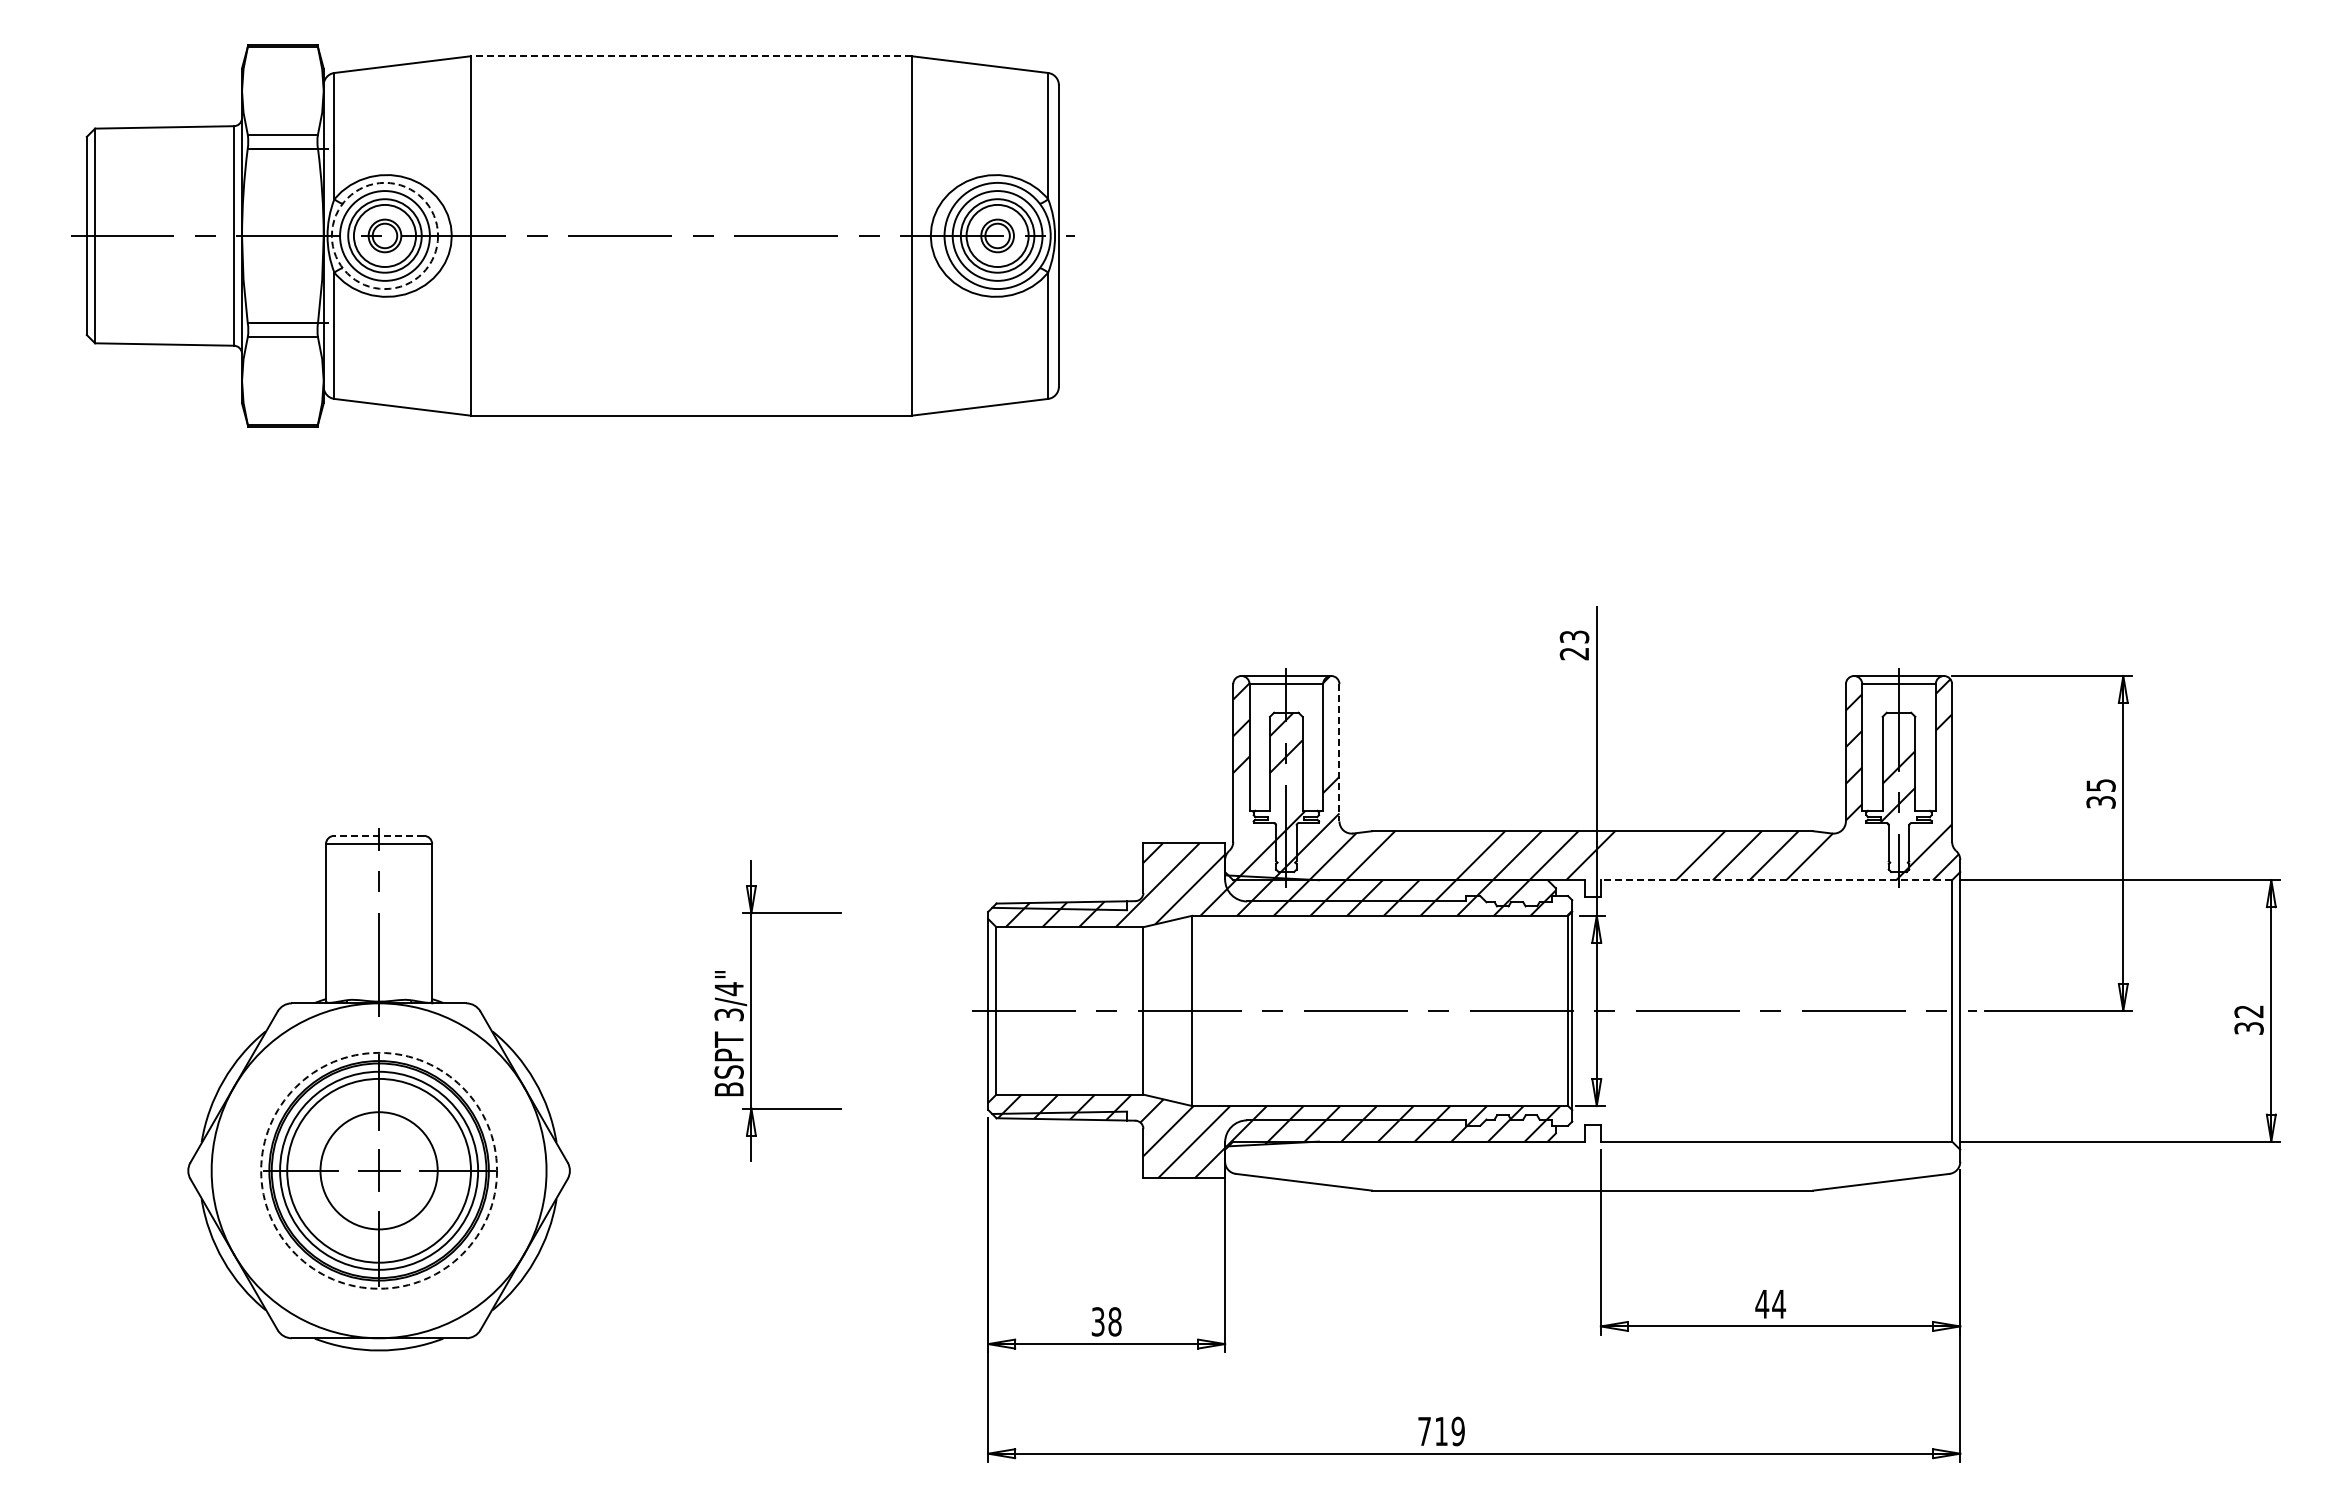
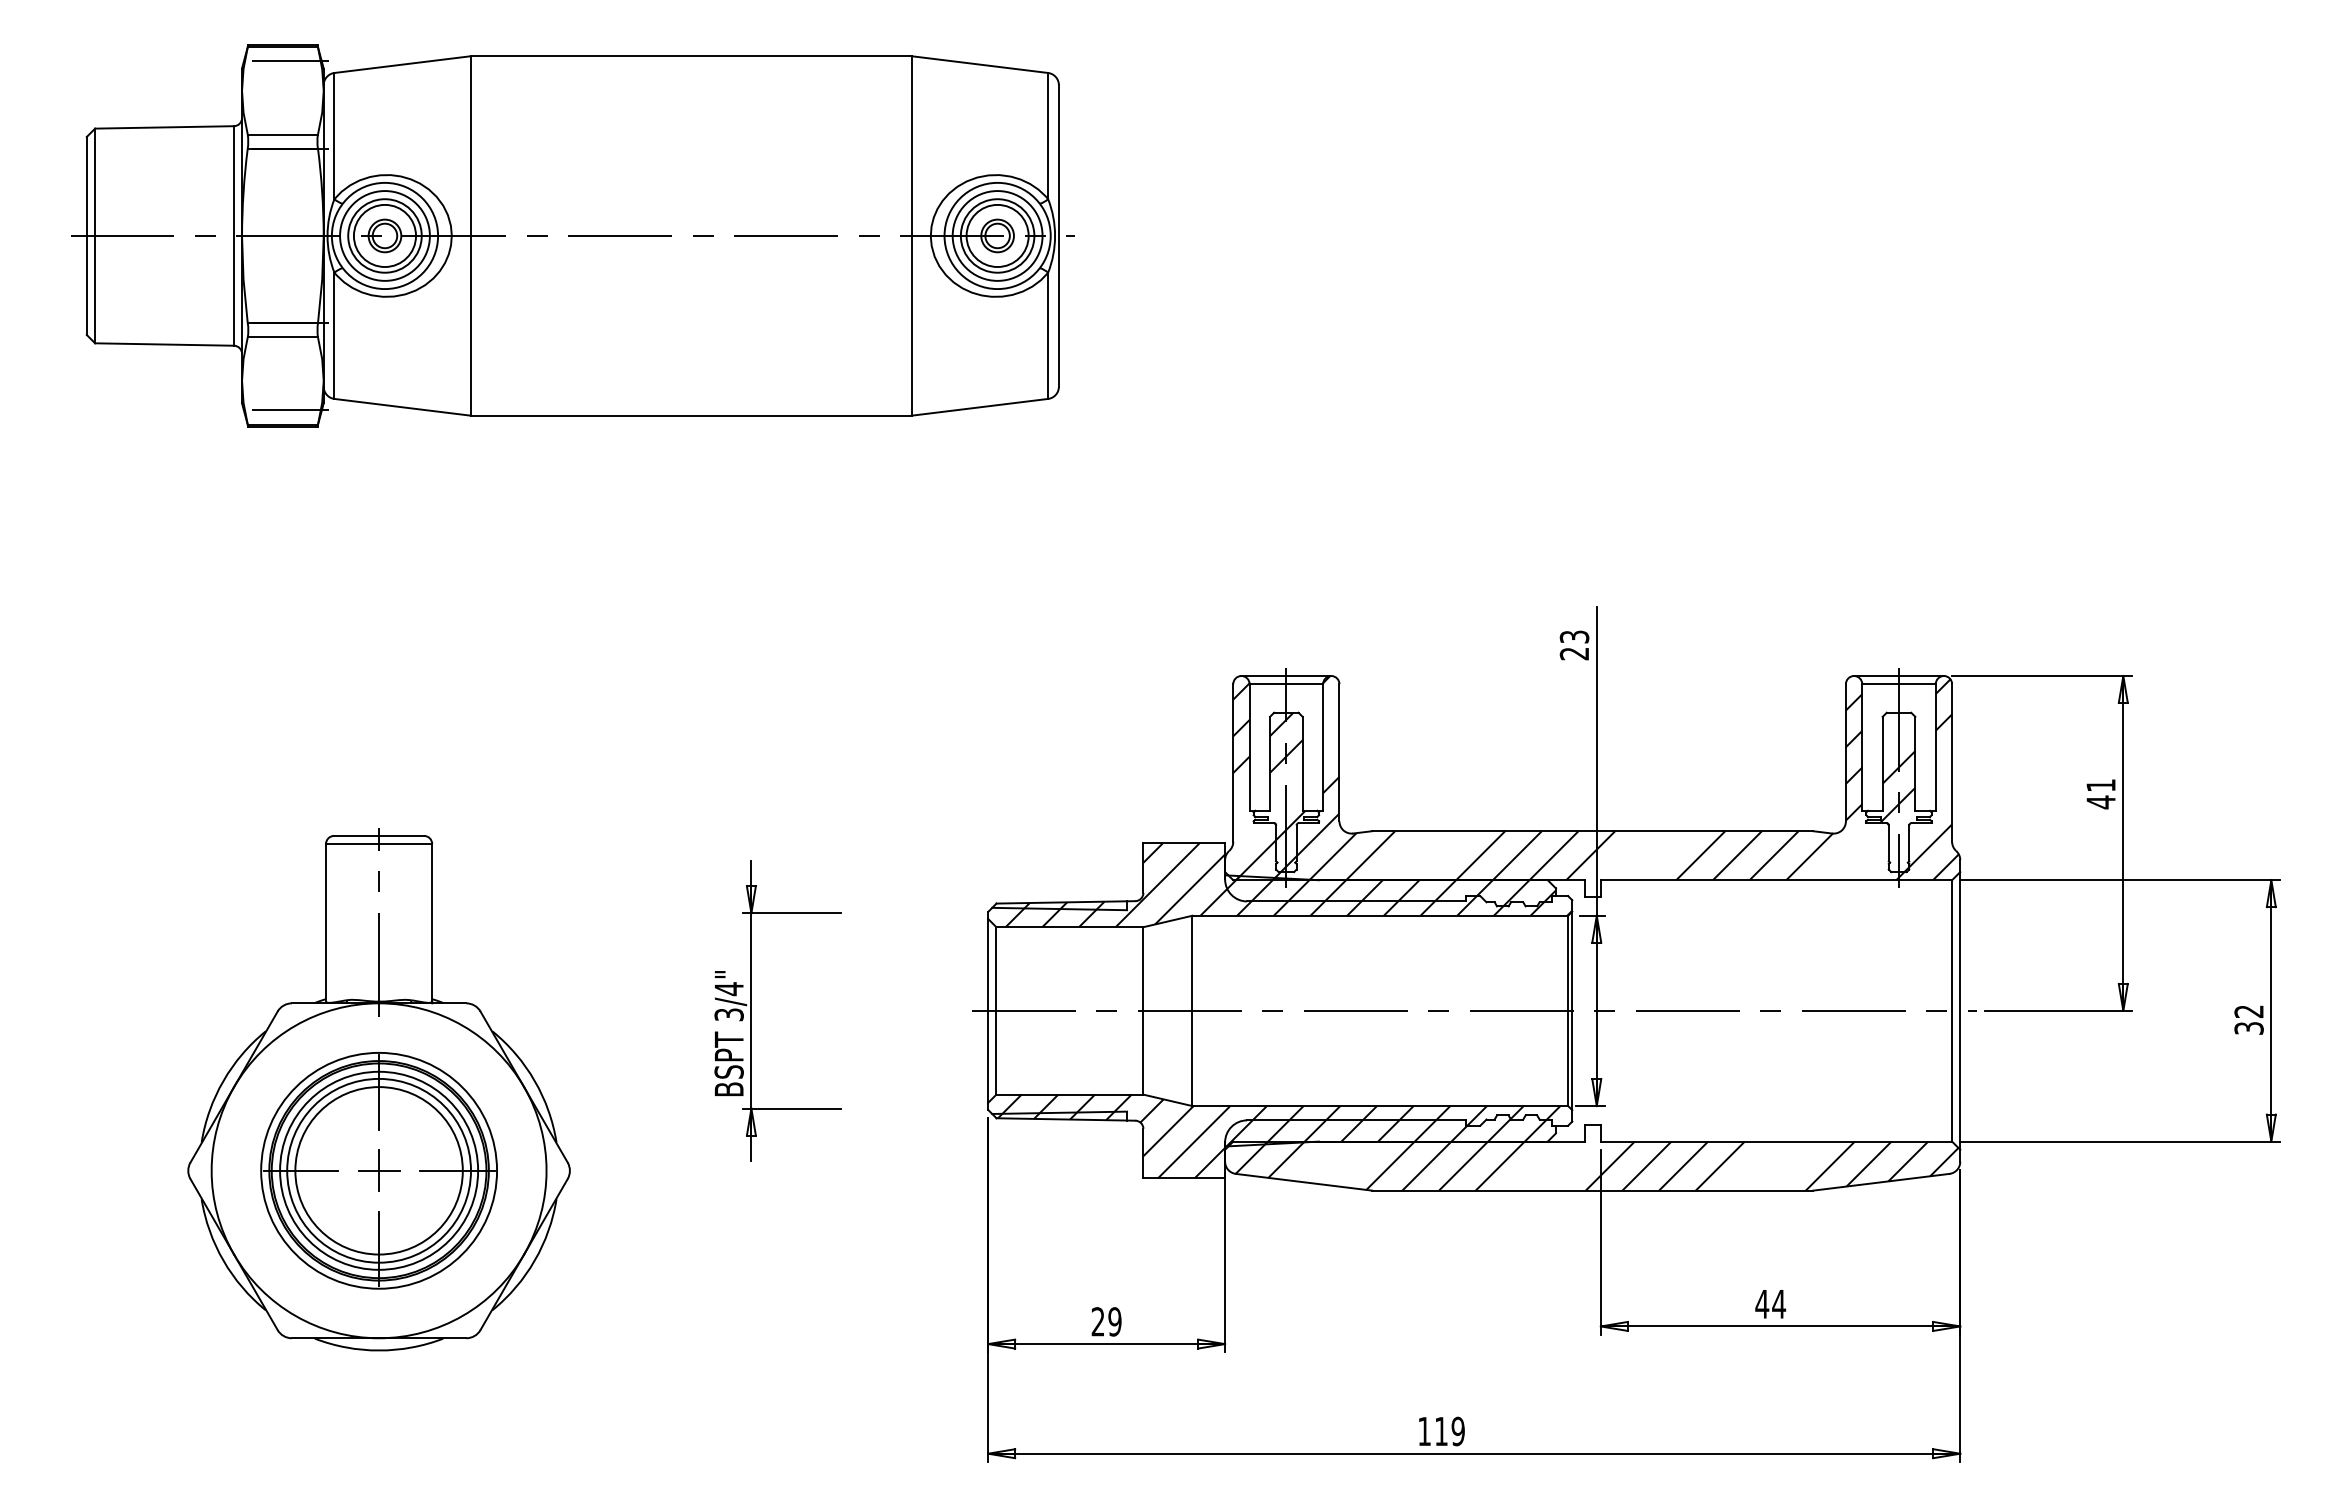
line at (691, 56): dashed -> solid
line at (289, 61): none -> present
circle at (384, 235): dashed -> solid
line at (289, 410): none -> present
line at (1339, 752): dashed -> solid
text at (2100, 794): 35 -> 41
line at (379, 835): dashed -> solid
line at (1776, 880): dashed -> solid
hatch at (1596, 1165): none -> present
circle at (378, 1170) diameter: 117 px -> 167 px
circle at (379, 1170): dashed -> solid
text at (1106, 1321): 38 -> 29
text at (1424, 1431): 719 -> 119
